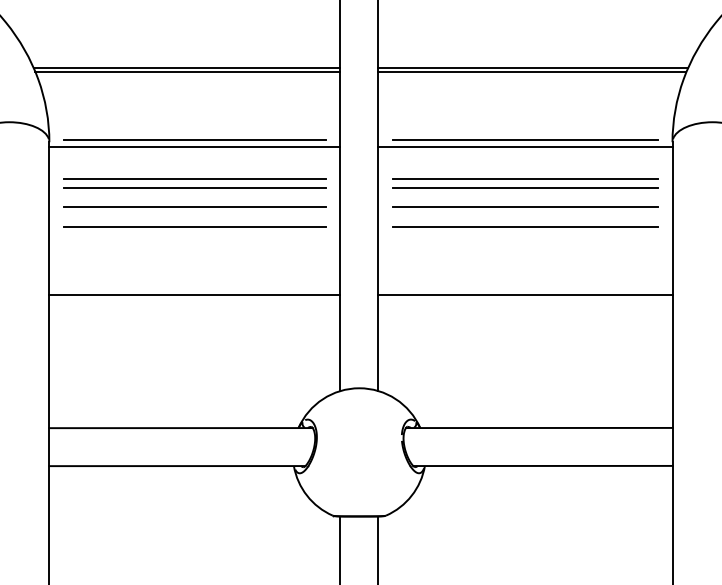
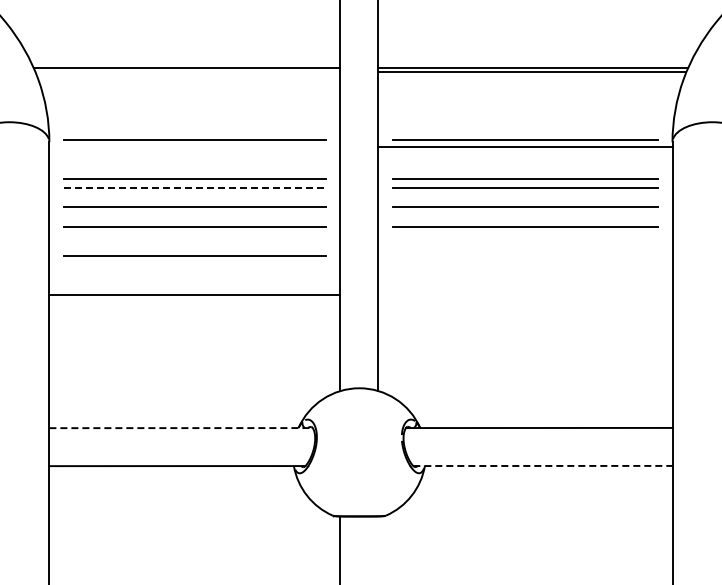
line at (187, 72): present -> none
line at (194, 147): present -> none
line at (194, 188): solid -> dashed
line at (194, 255): none -> present
line at (525, 295): present -> none
line at (181, 428): solid -> dashed
line at (542, 465): solid -> dashed
line at (378, 548): present -> none
